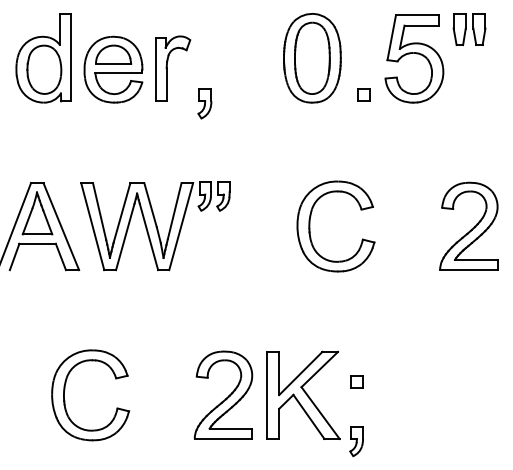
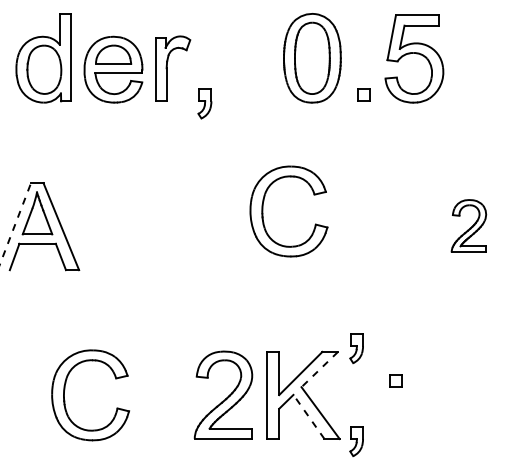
part at (469, 29): present -> none
line at (15, 222): solid -> dashed
part at (468, 225) size: 60x90 px -> 38x54 px
part at (155, 226): present -> none
part at (310, 226) position: (310, 226) -> (263, 211)
part at (356, 348): none -> present
line at (319, 369): solid -> dashed
part at (356, 381) position: (356, 381) -> (395, 380)
line at (308, 416): solid -> dashed
